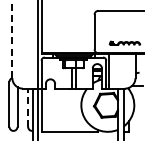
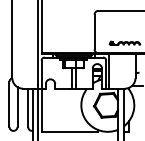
line at (12, 39): dashed -> solid
line at (28, 107): dashed -> solid
